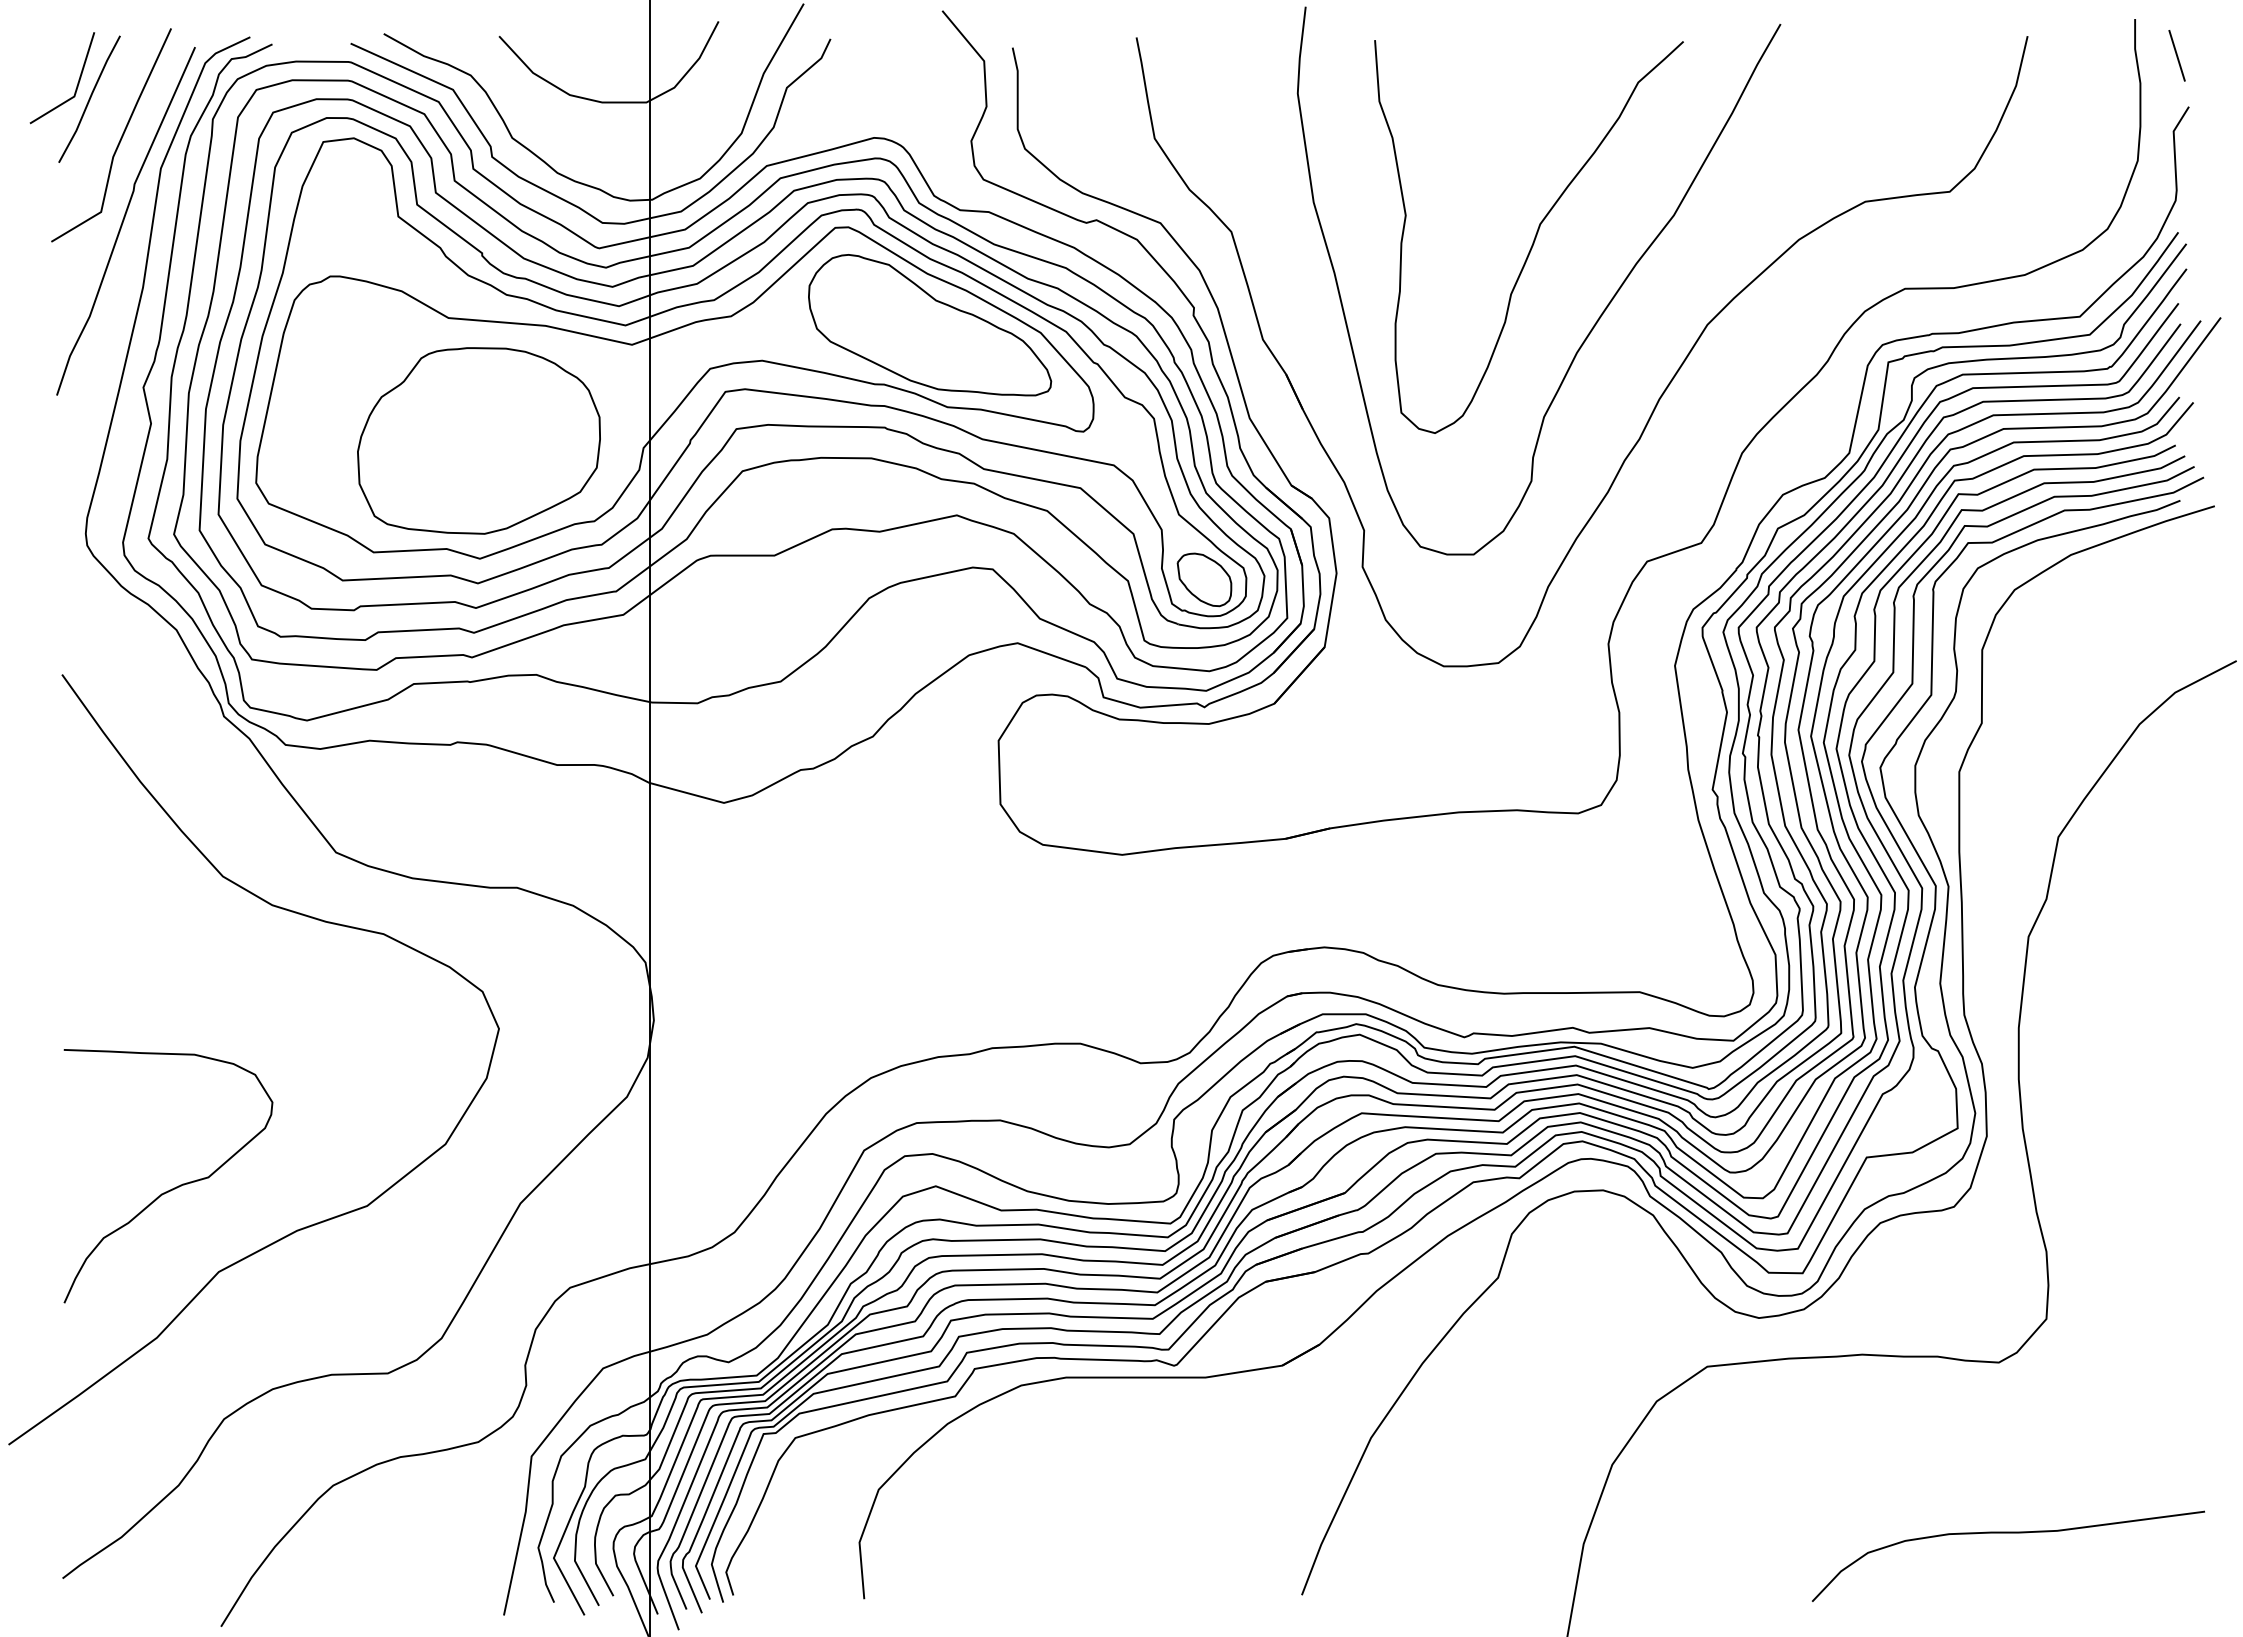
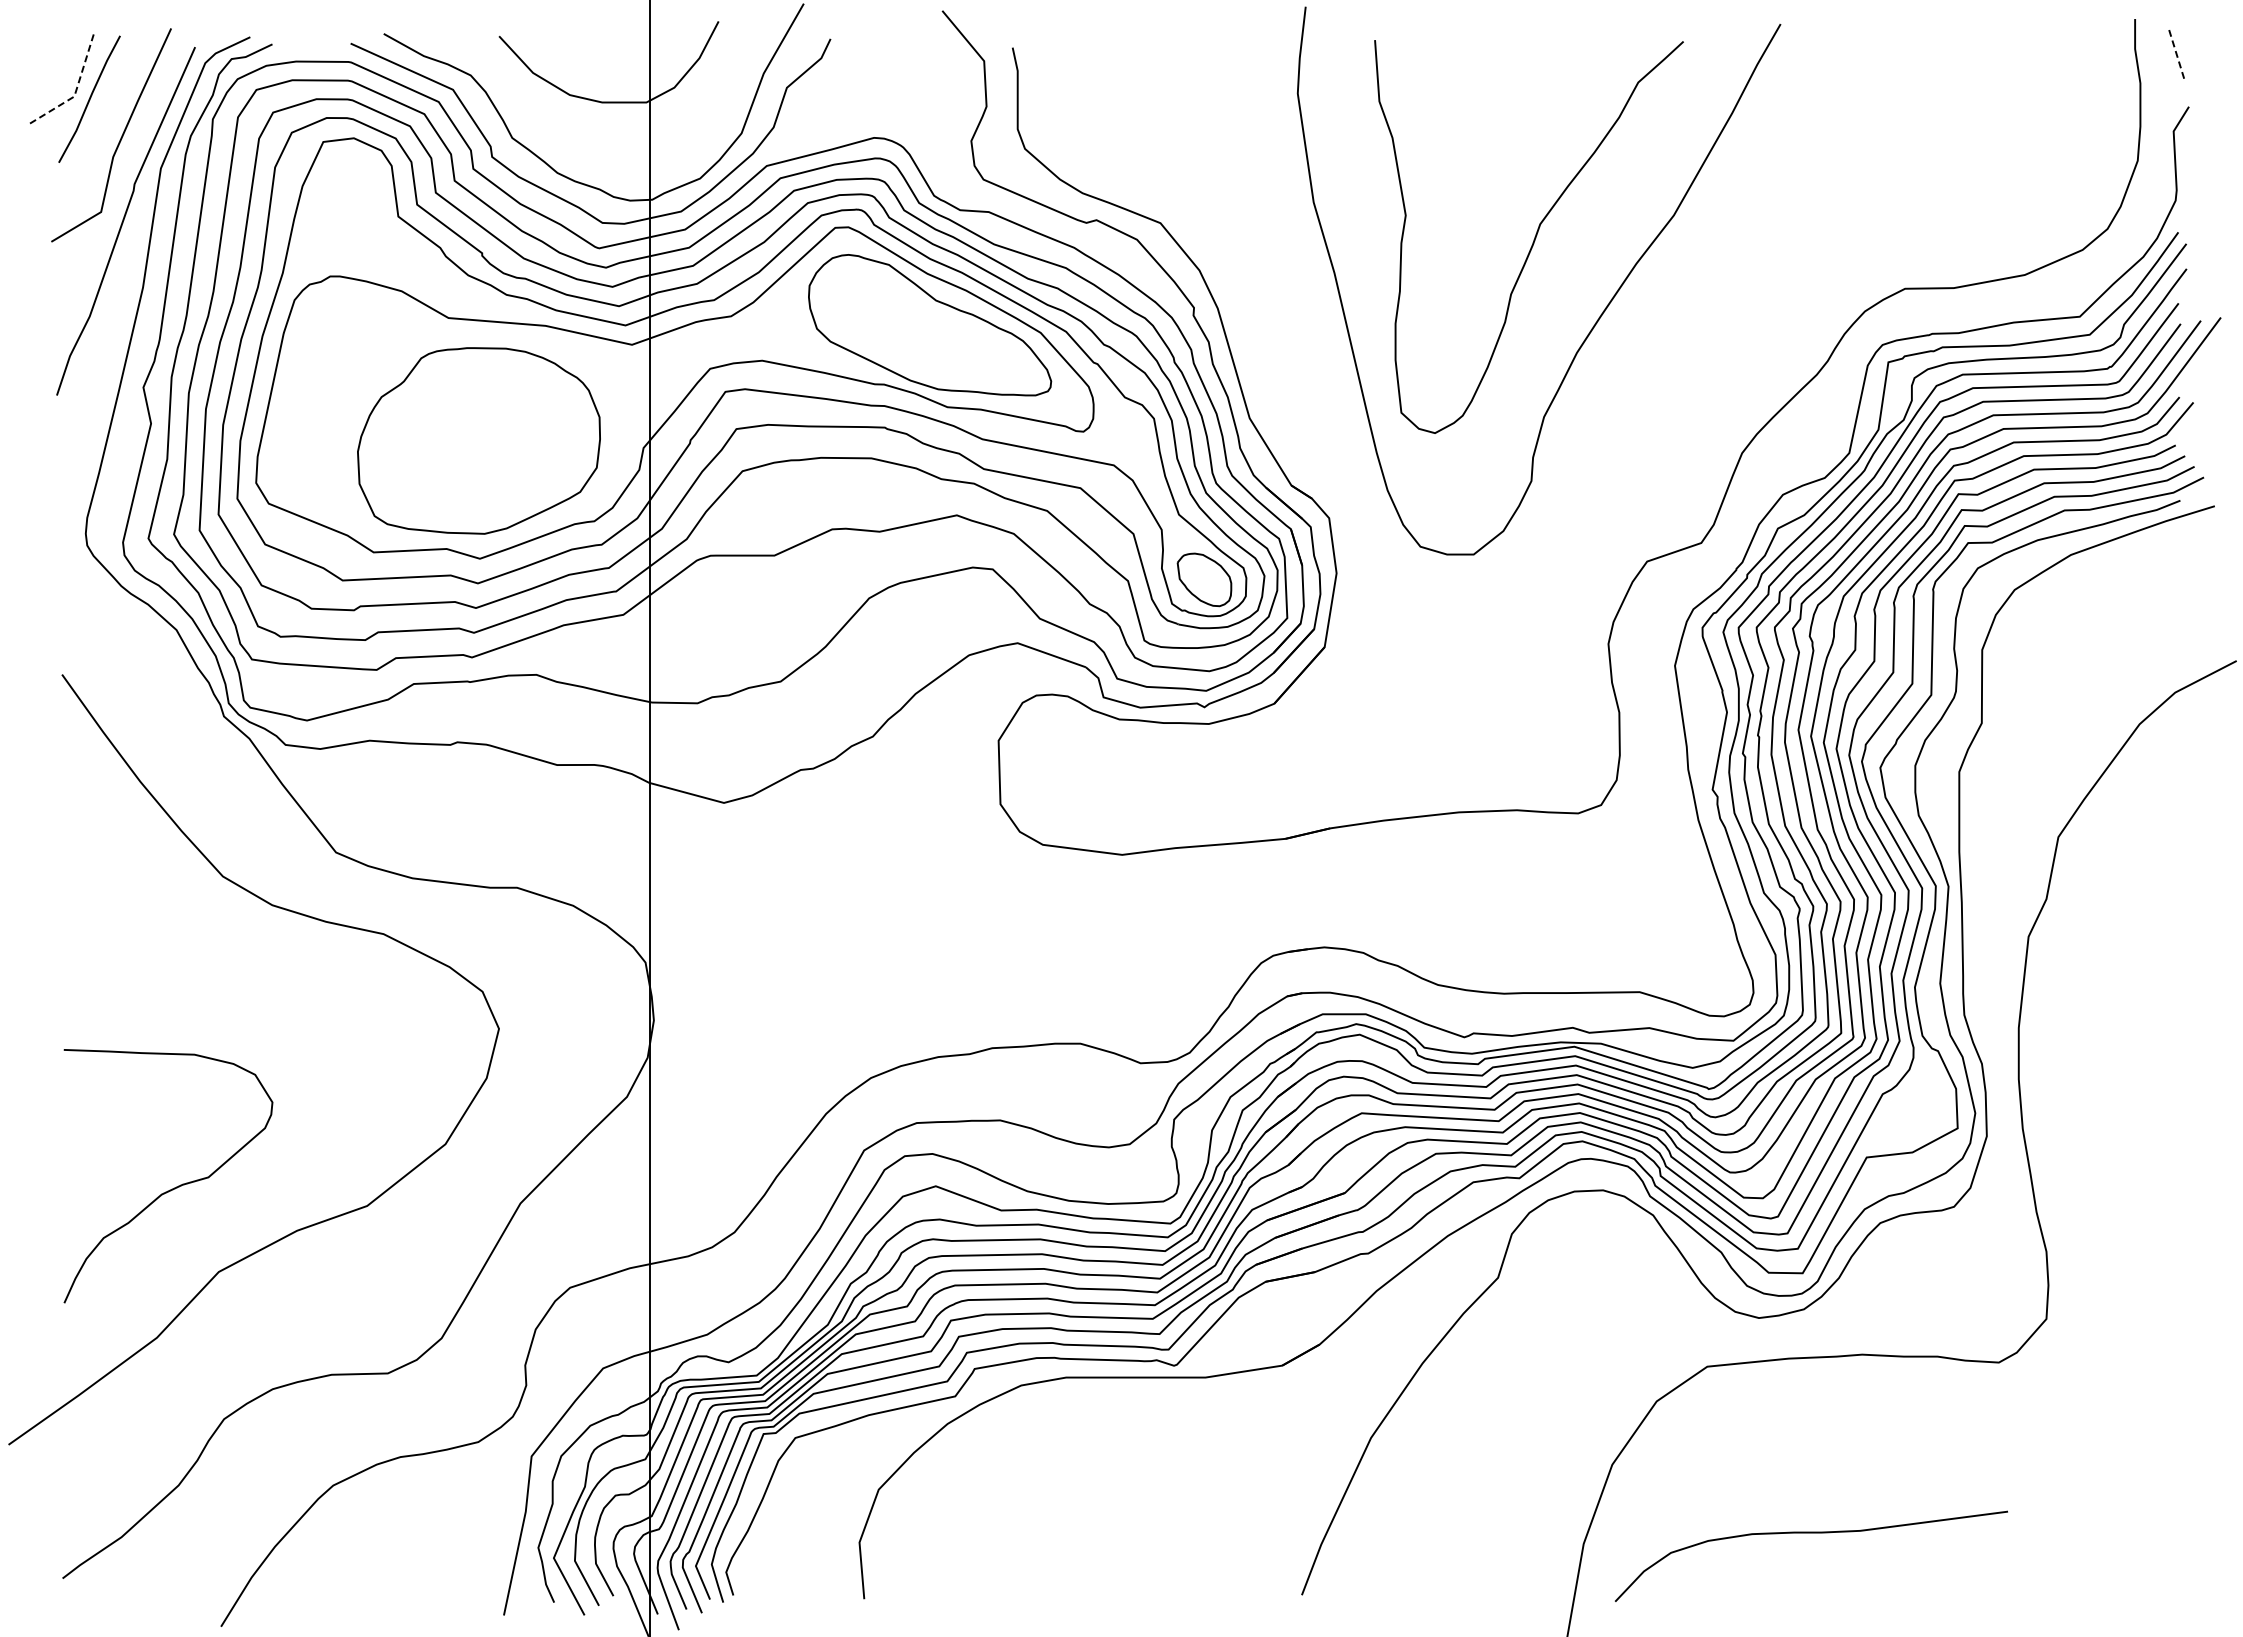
line at (2177, 55): solid -> dashed
line at (76, 88): solid -> dashed
part at (1658, 398): present -> none
curve at (2007, 1533) position: (2007, 1533) -> (1810, 1533)
